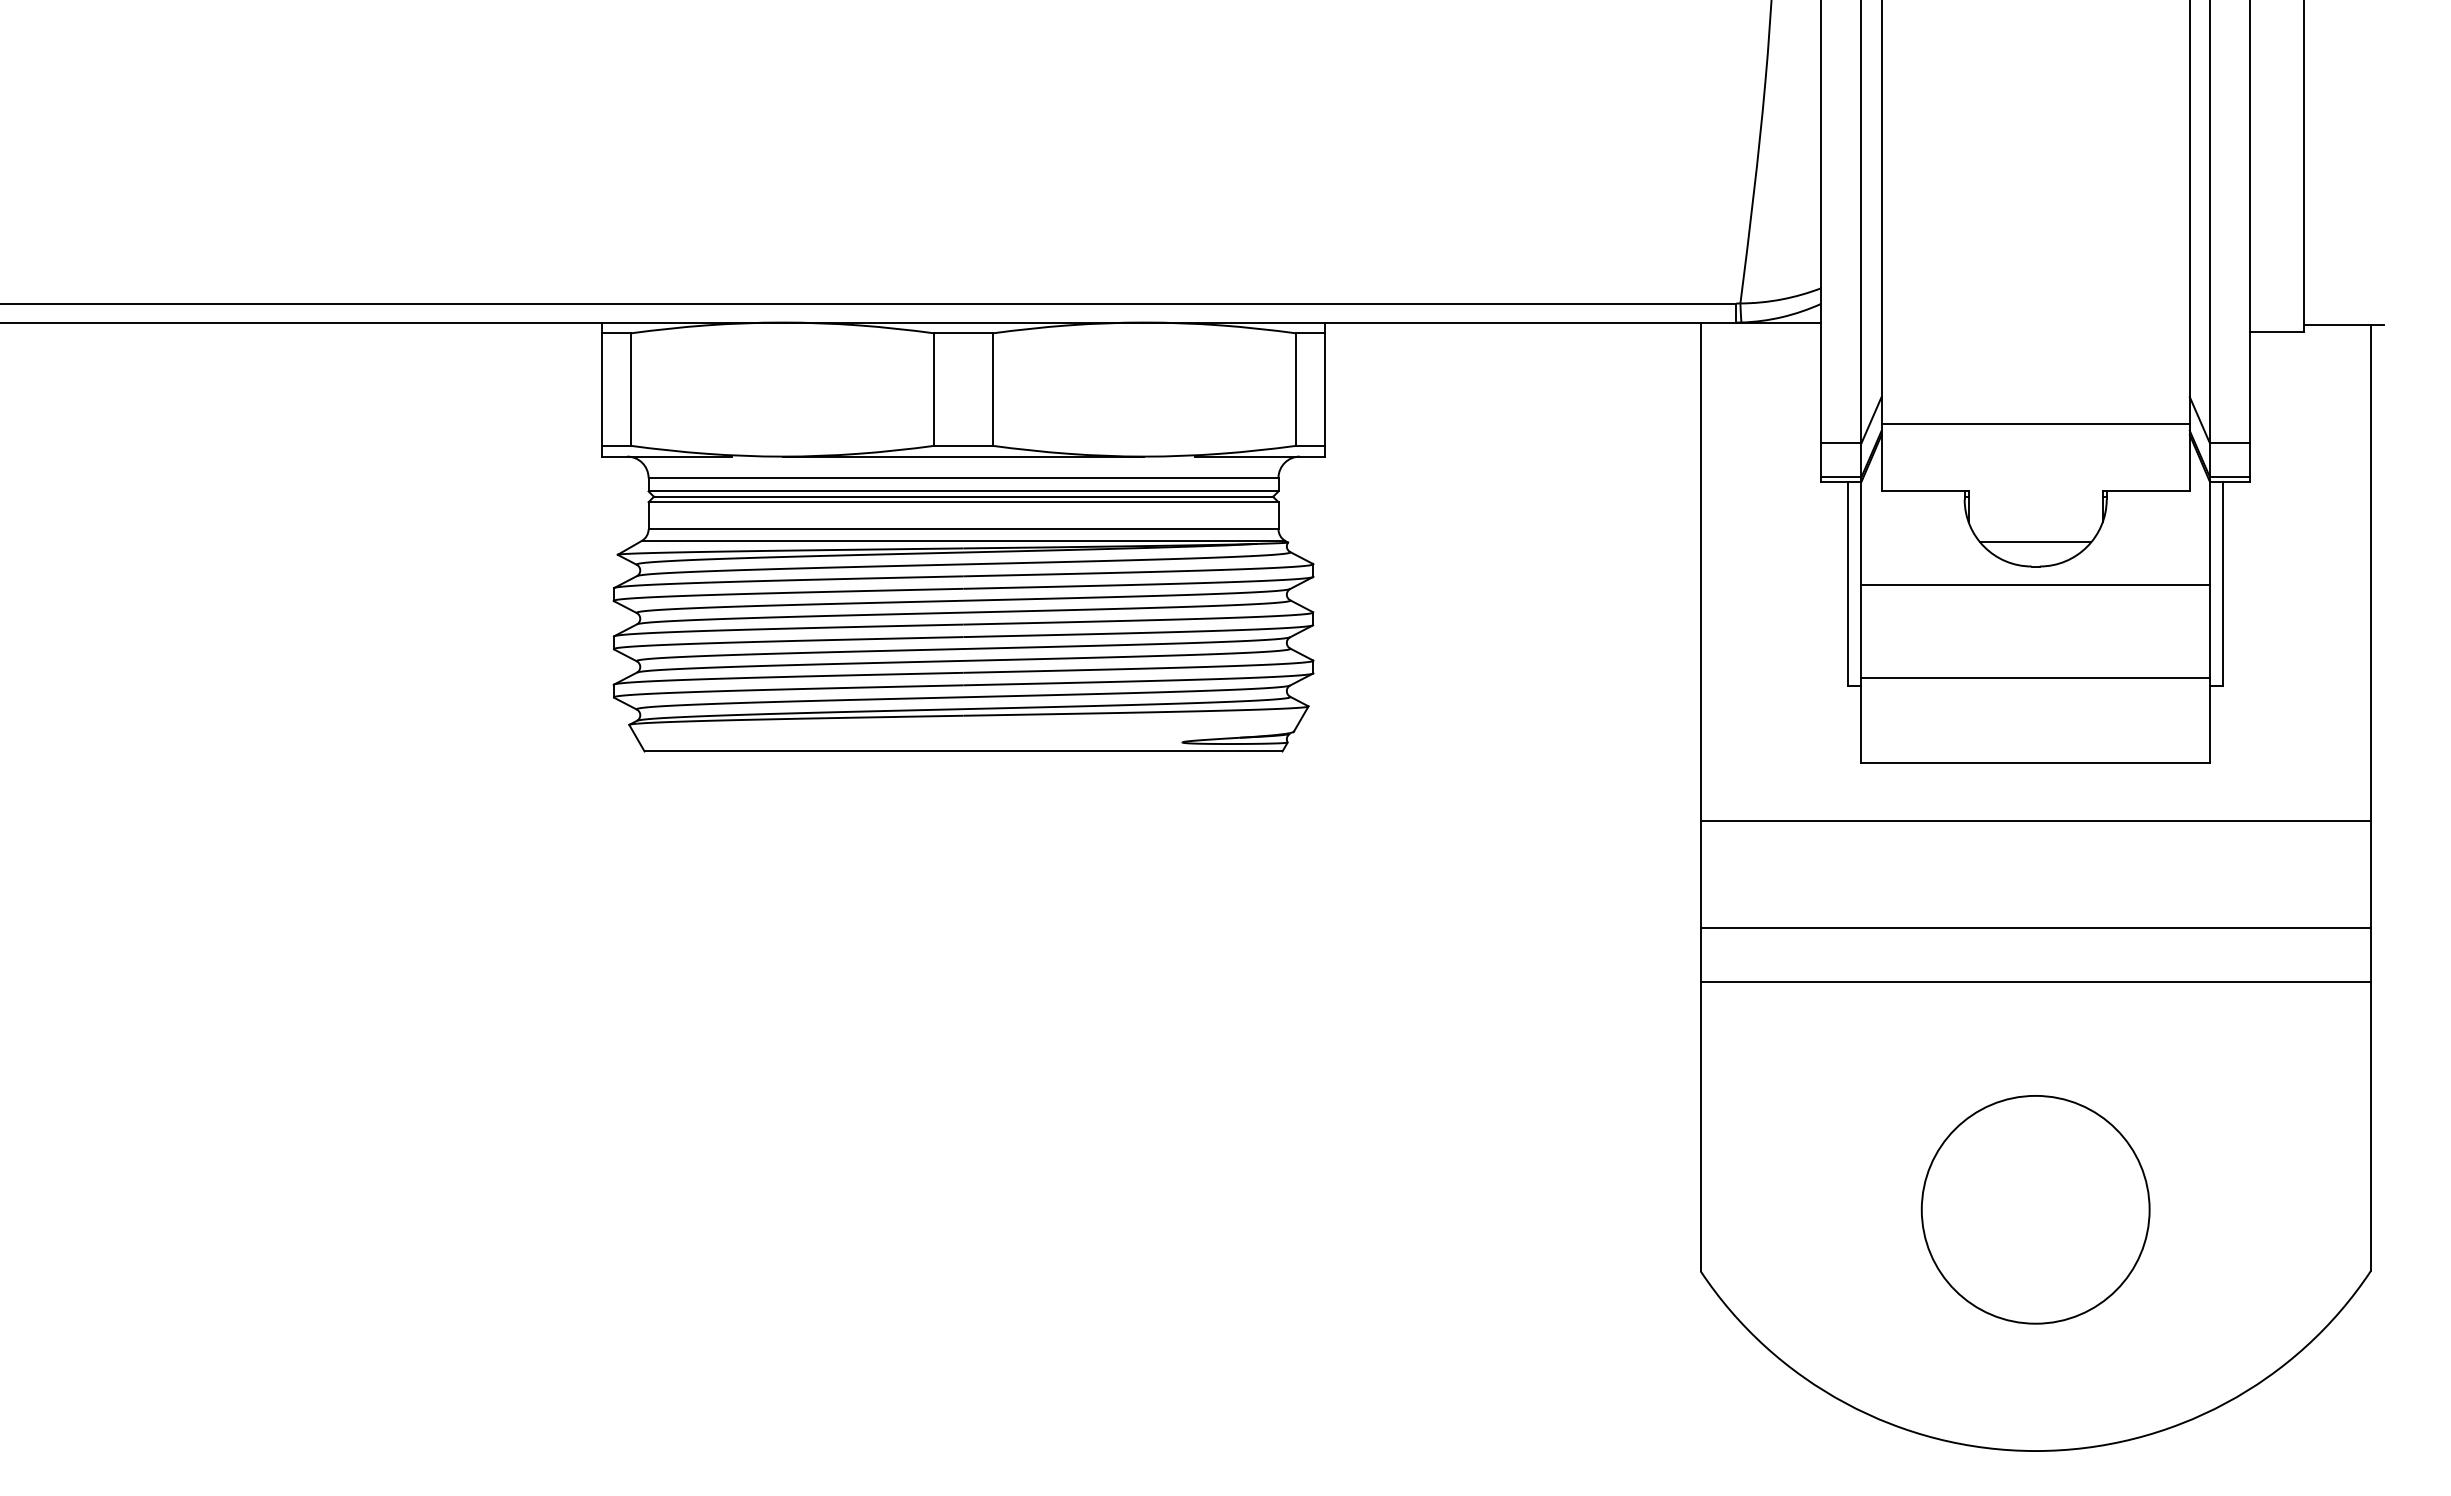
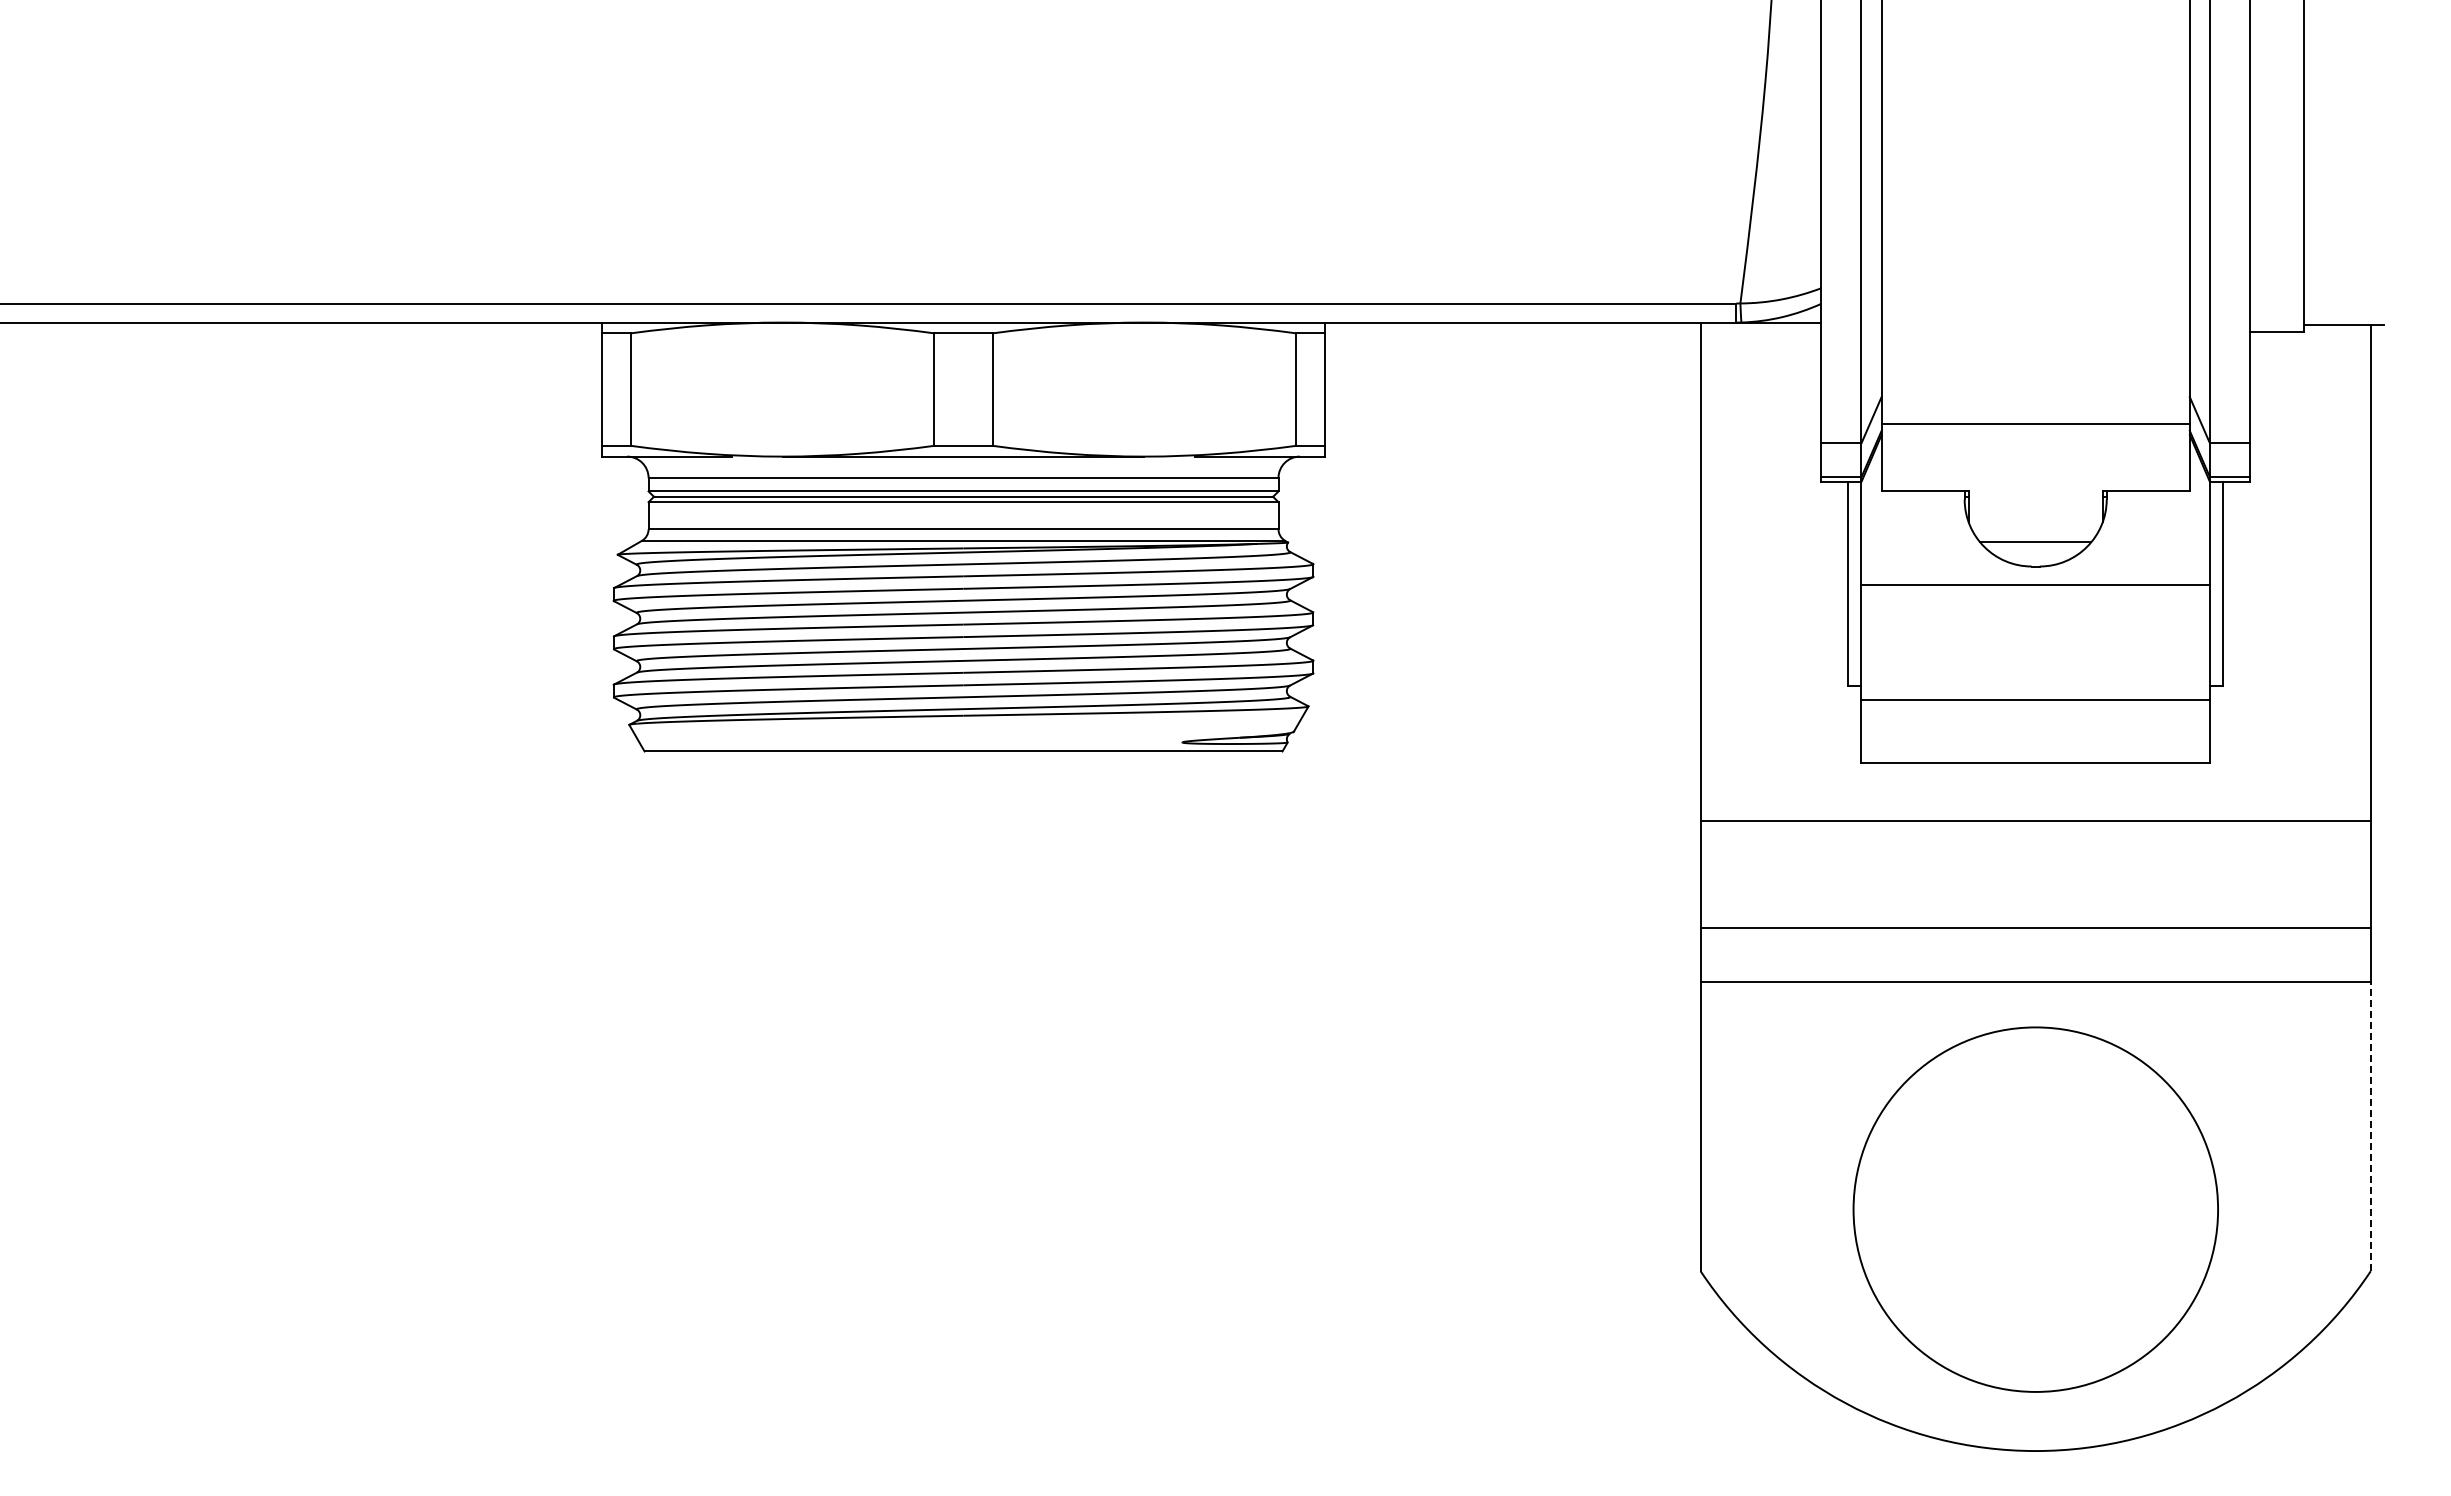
line at (2035, 677) position: (2035, 677) -> (2035, 699)
line at (2370, 1126): solid -> dashed
circle at (2035, 1209) size: 231x230 px -> 367x367 px
